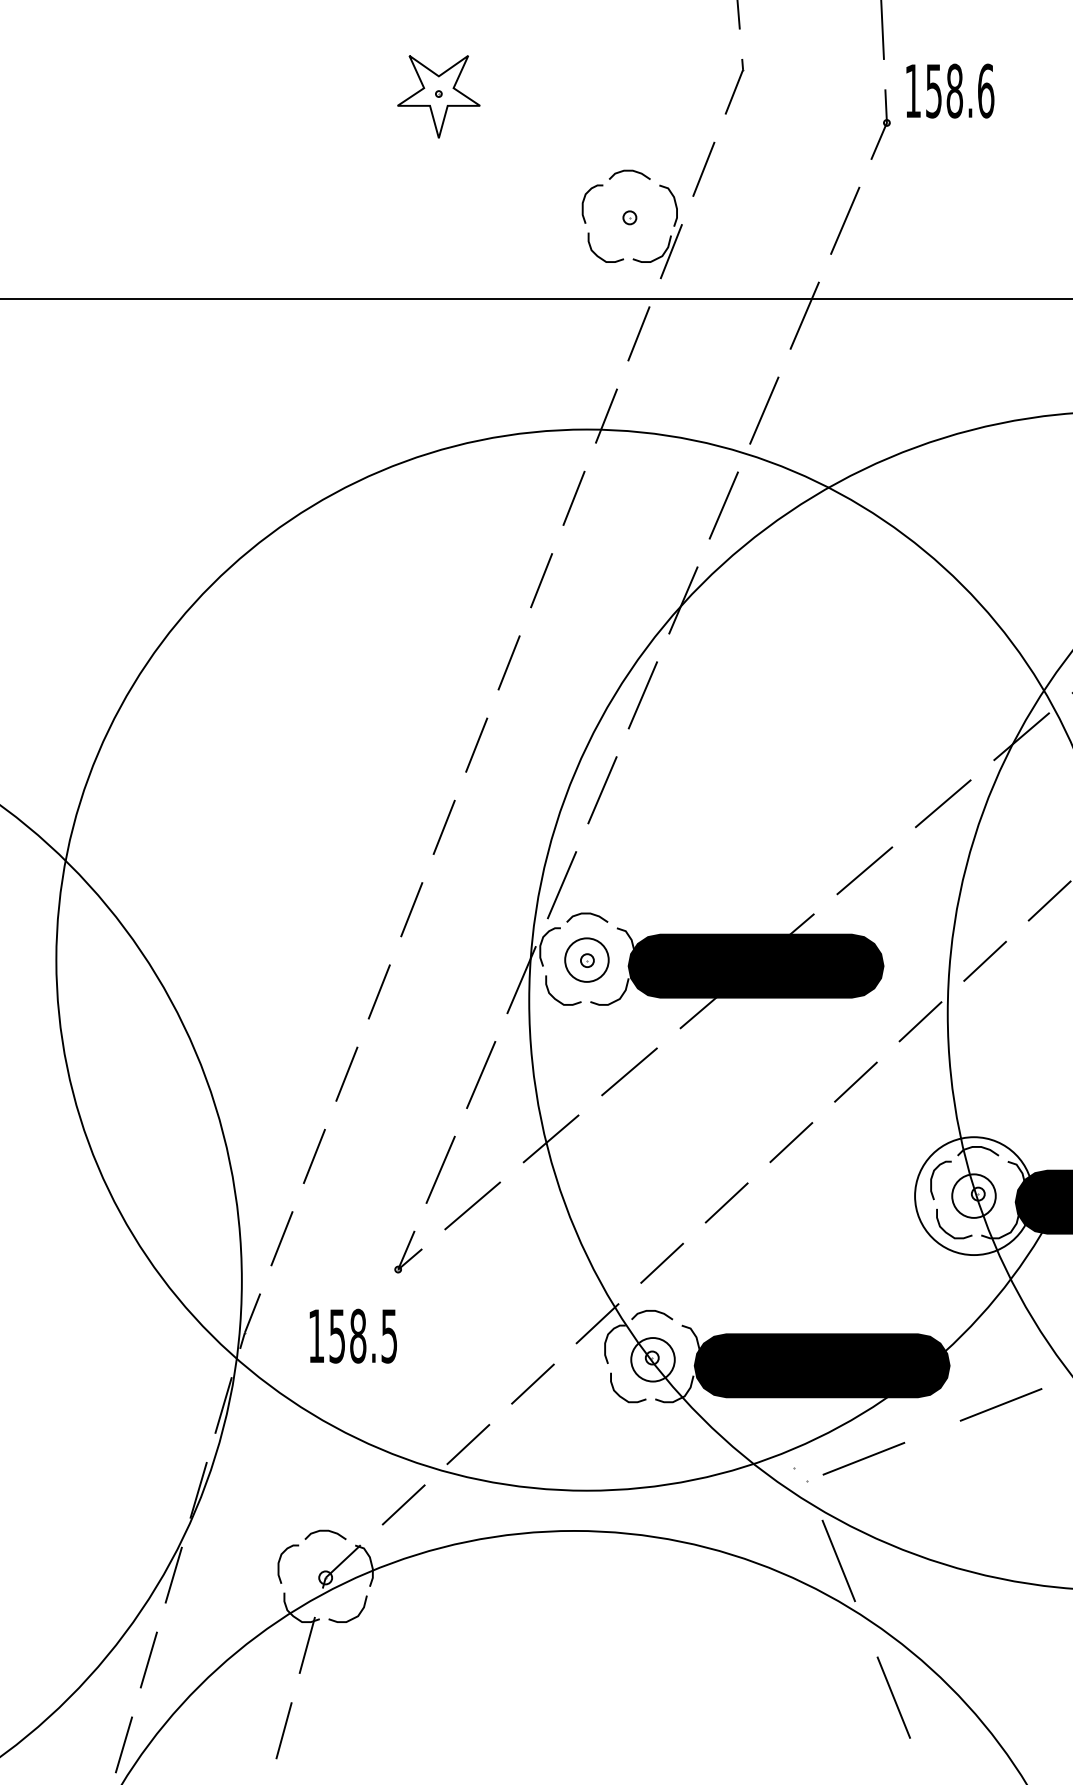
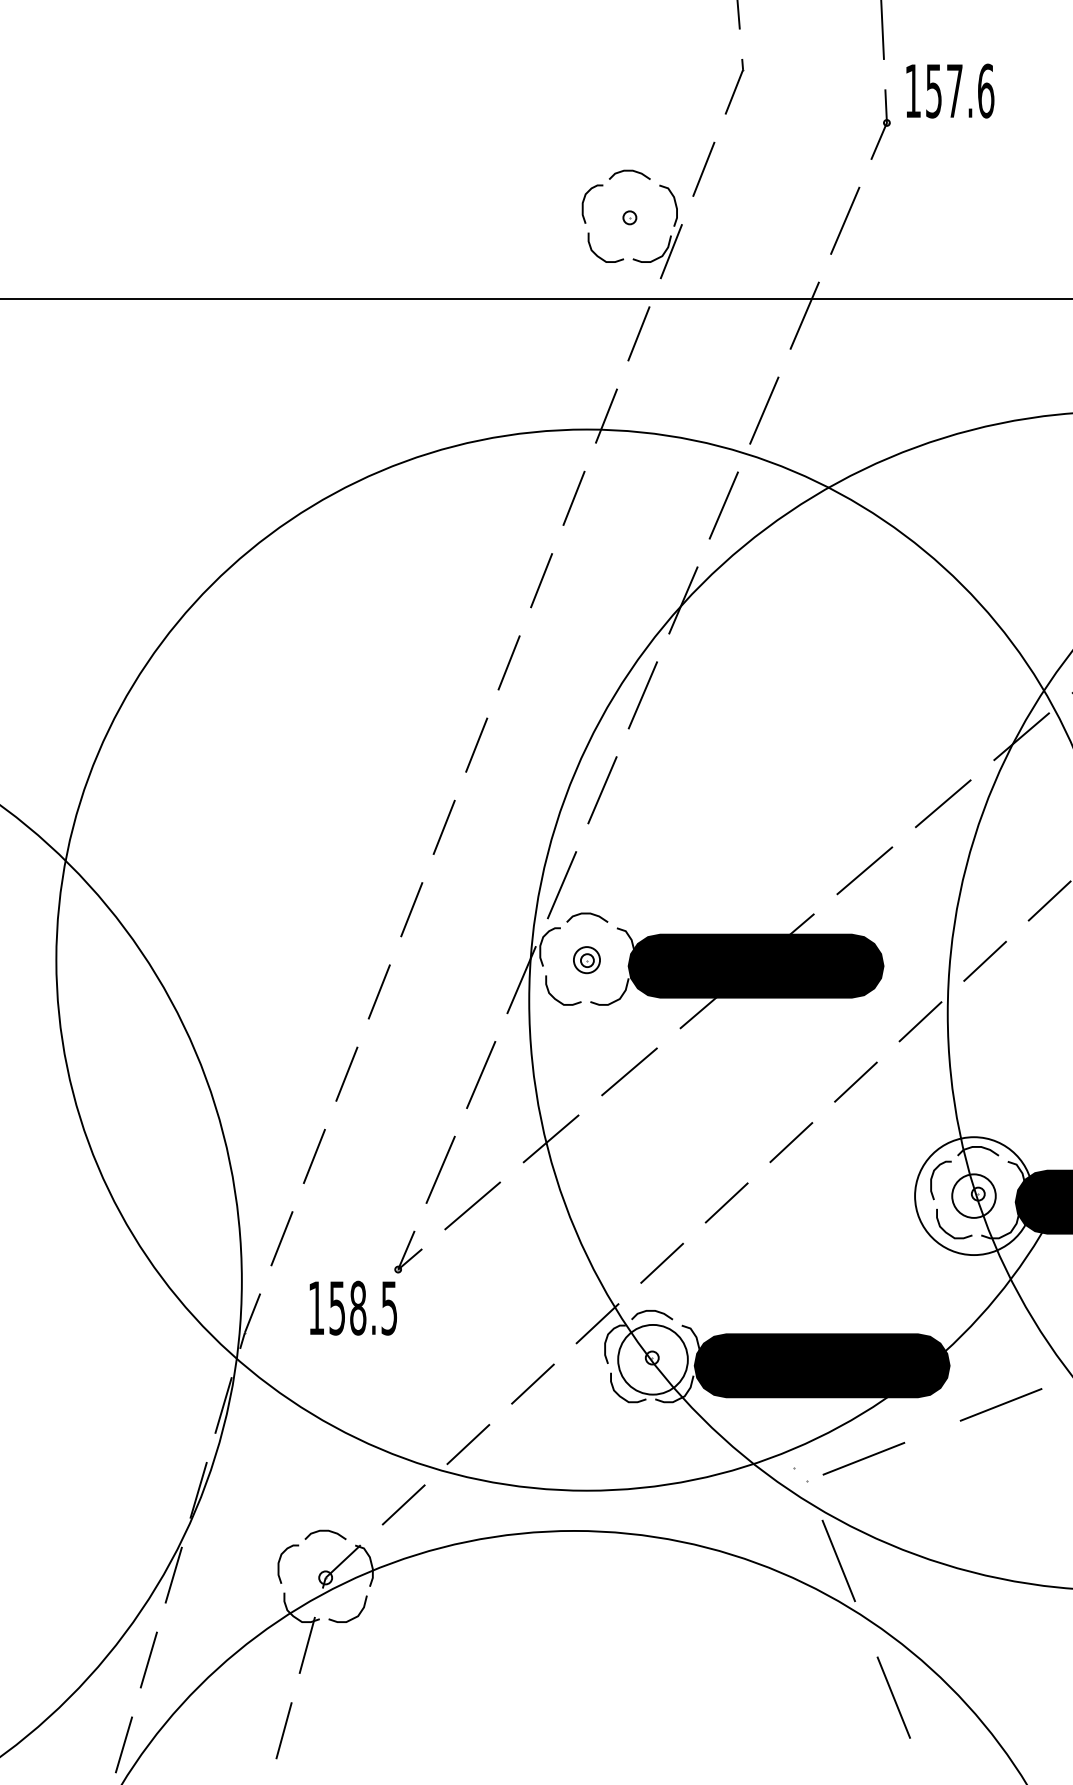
text at (954, 90): 158.6 -> 157.6
part at (438, 96): present -> none
circle at (586, 959) diameter: 44 px -> 26 px
text at (352, 1335) position: (352, 1335) -> (352, 1307)
circle at (652, 1359) diameter: 44 px -> 70 px
